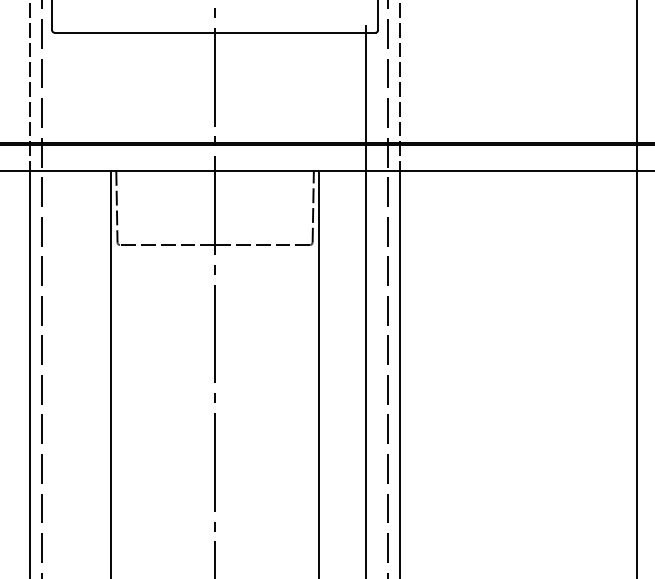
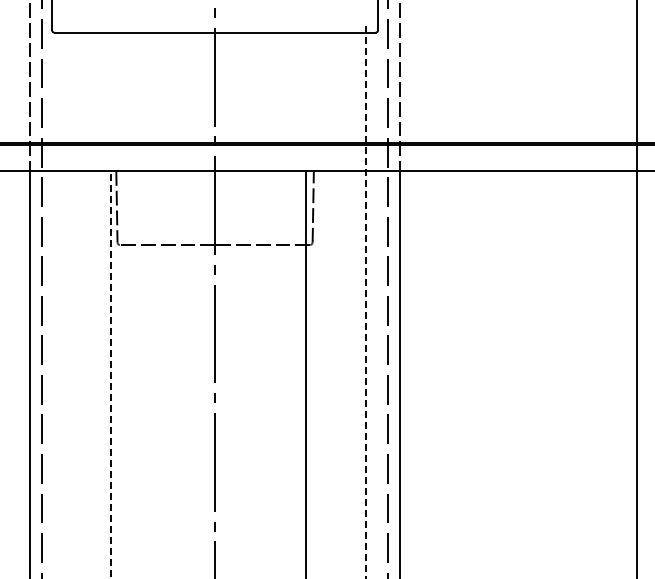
line at (365, 302): solid -> dashed
line at (318, 372) position: (318, 372) -> (305, 372)
line at (111, 374): solid -> dashed
